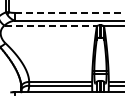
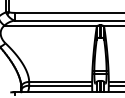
line at (69, 12): dashed -> solid
line at (51, 25): dashed -> solid
